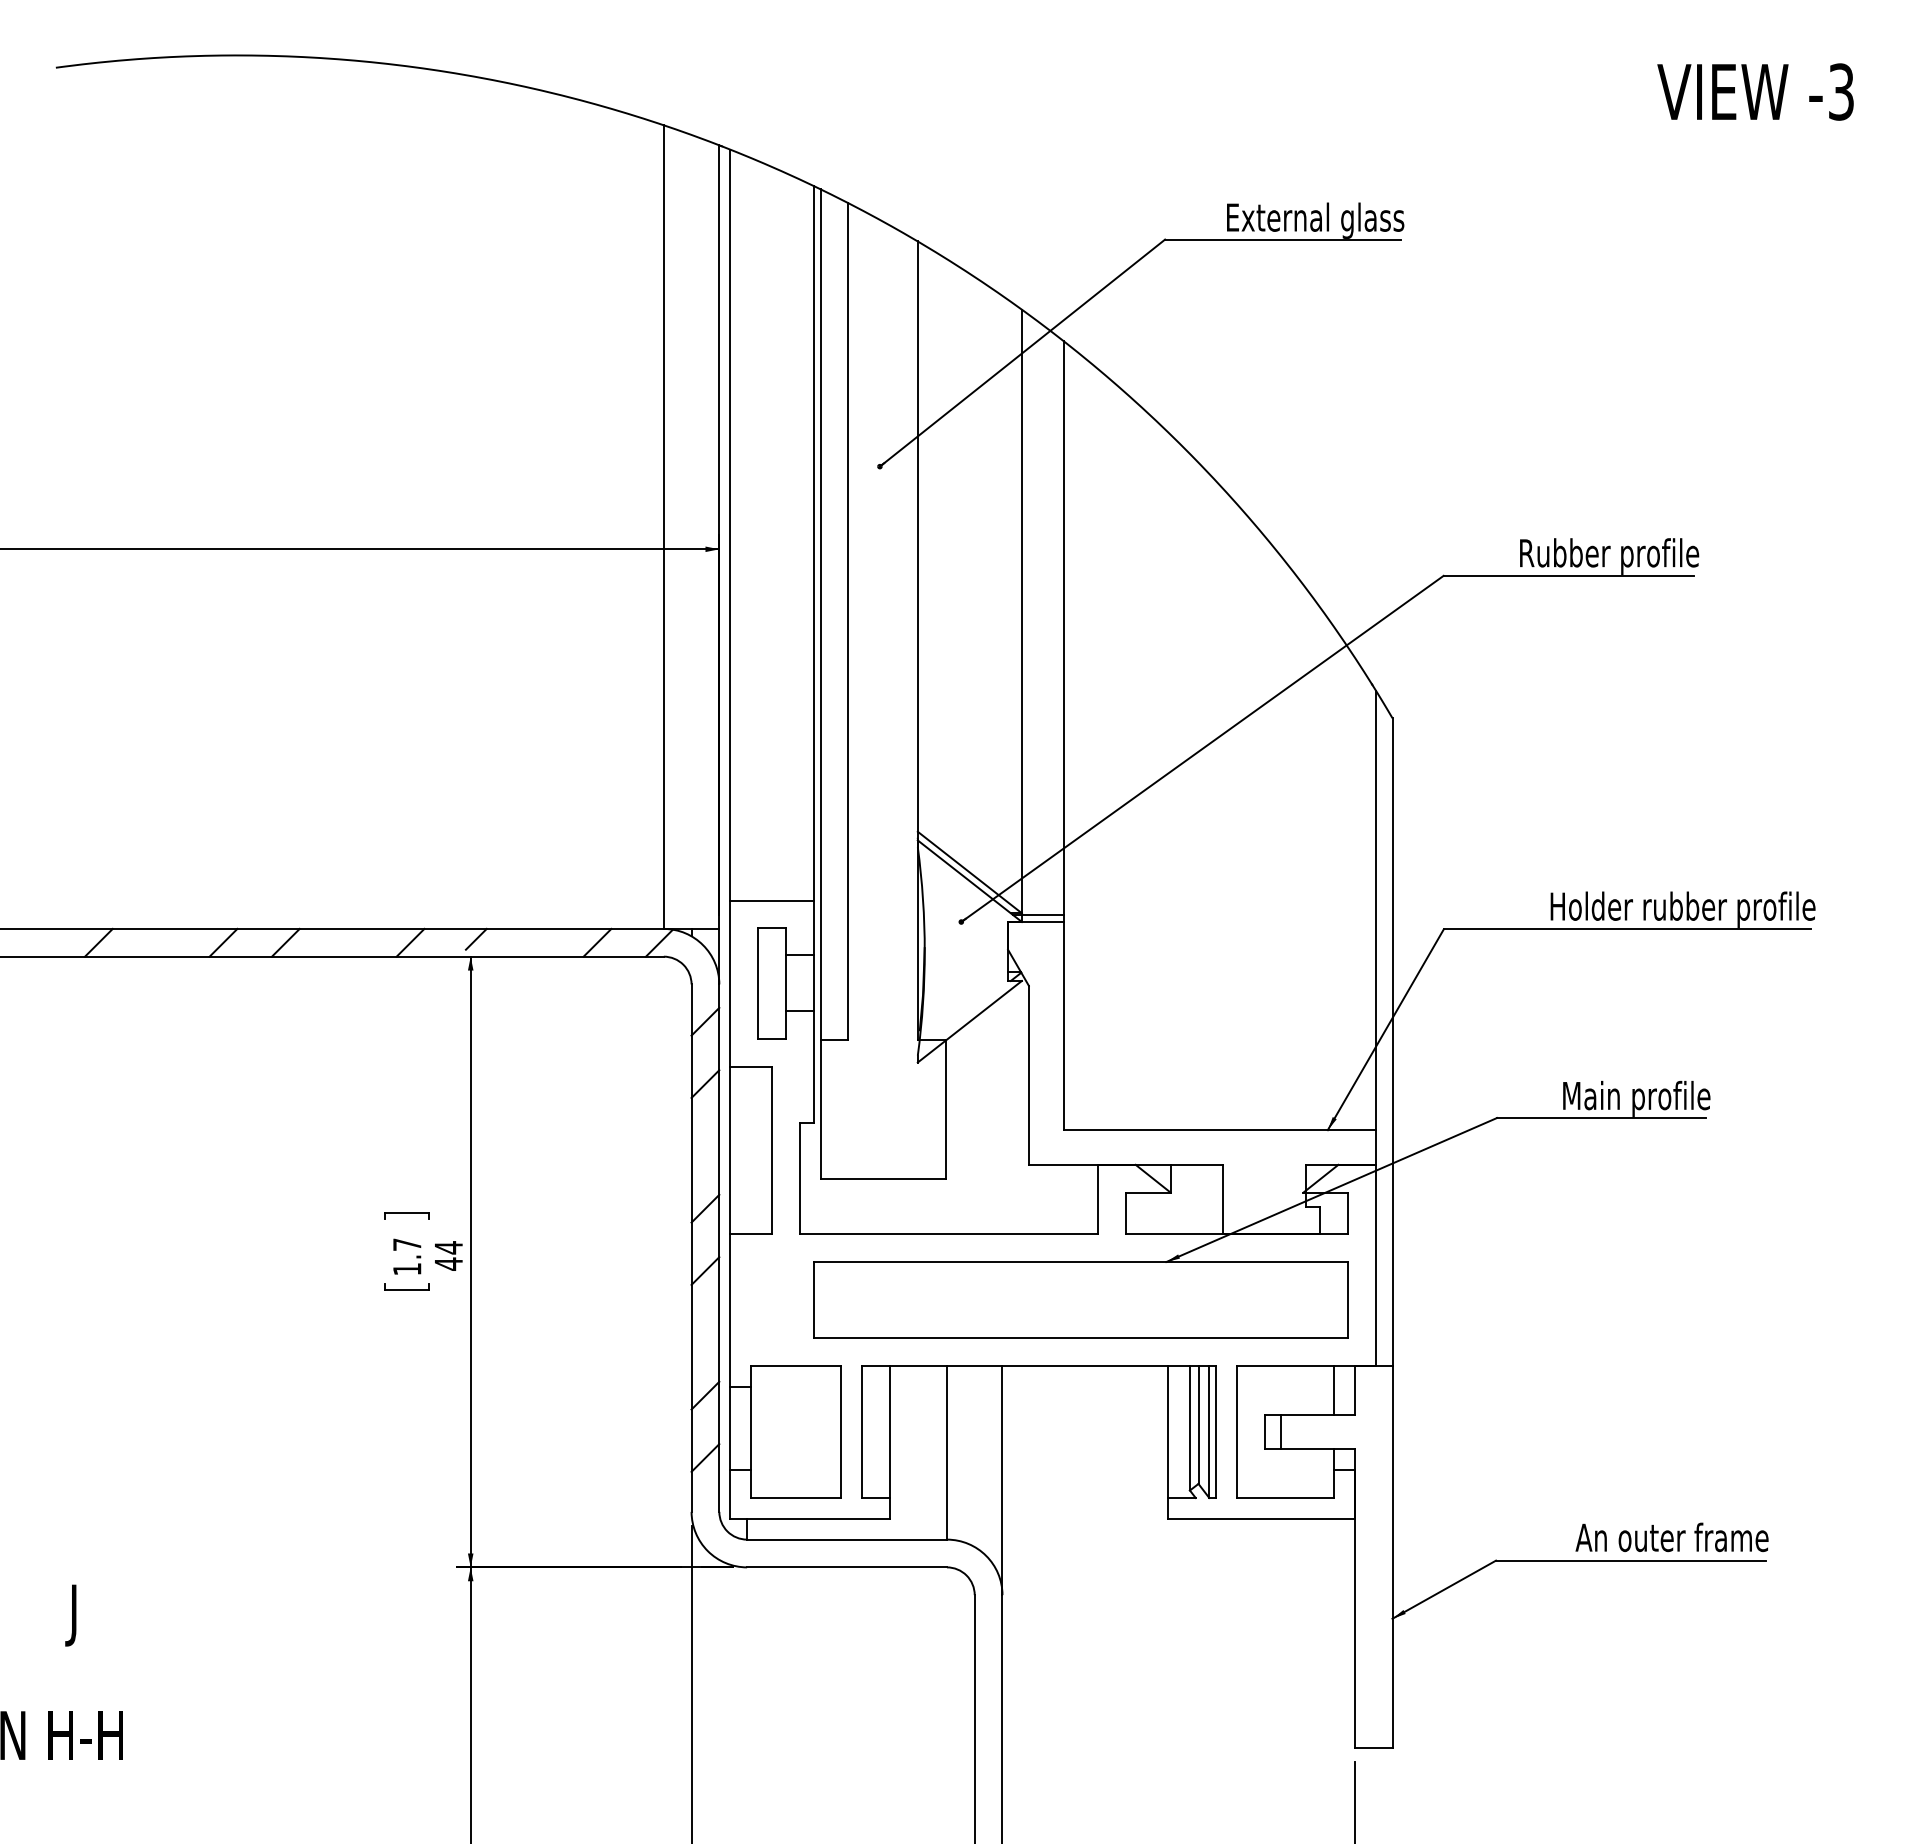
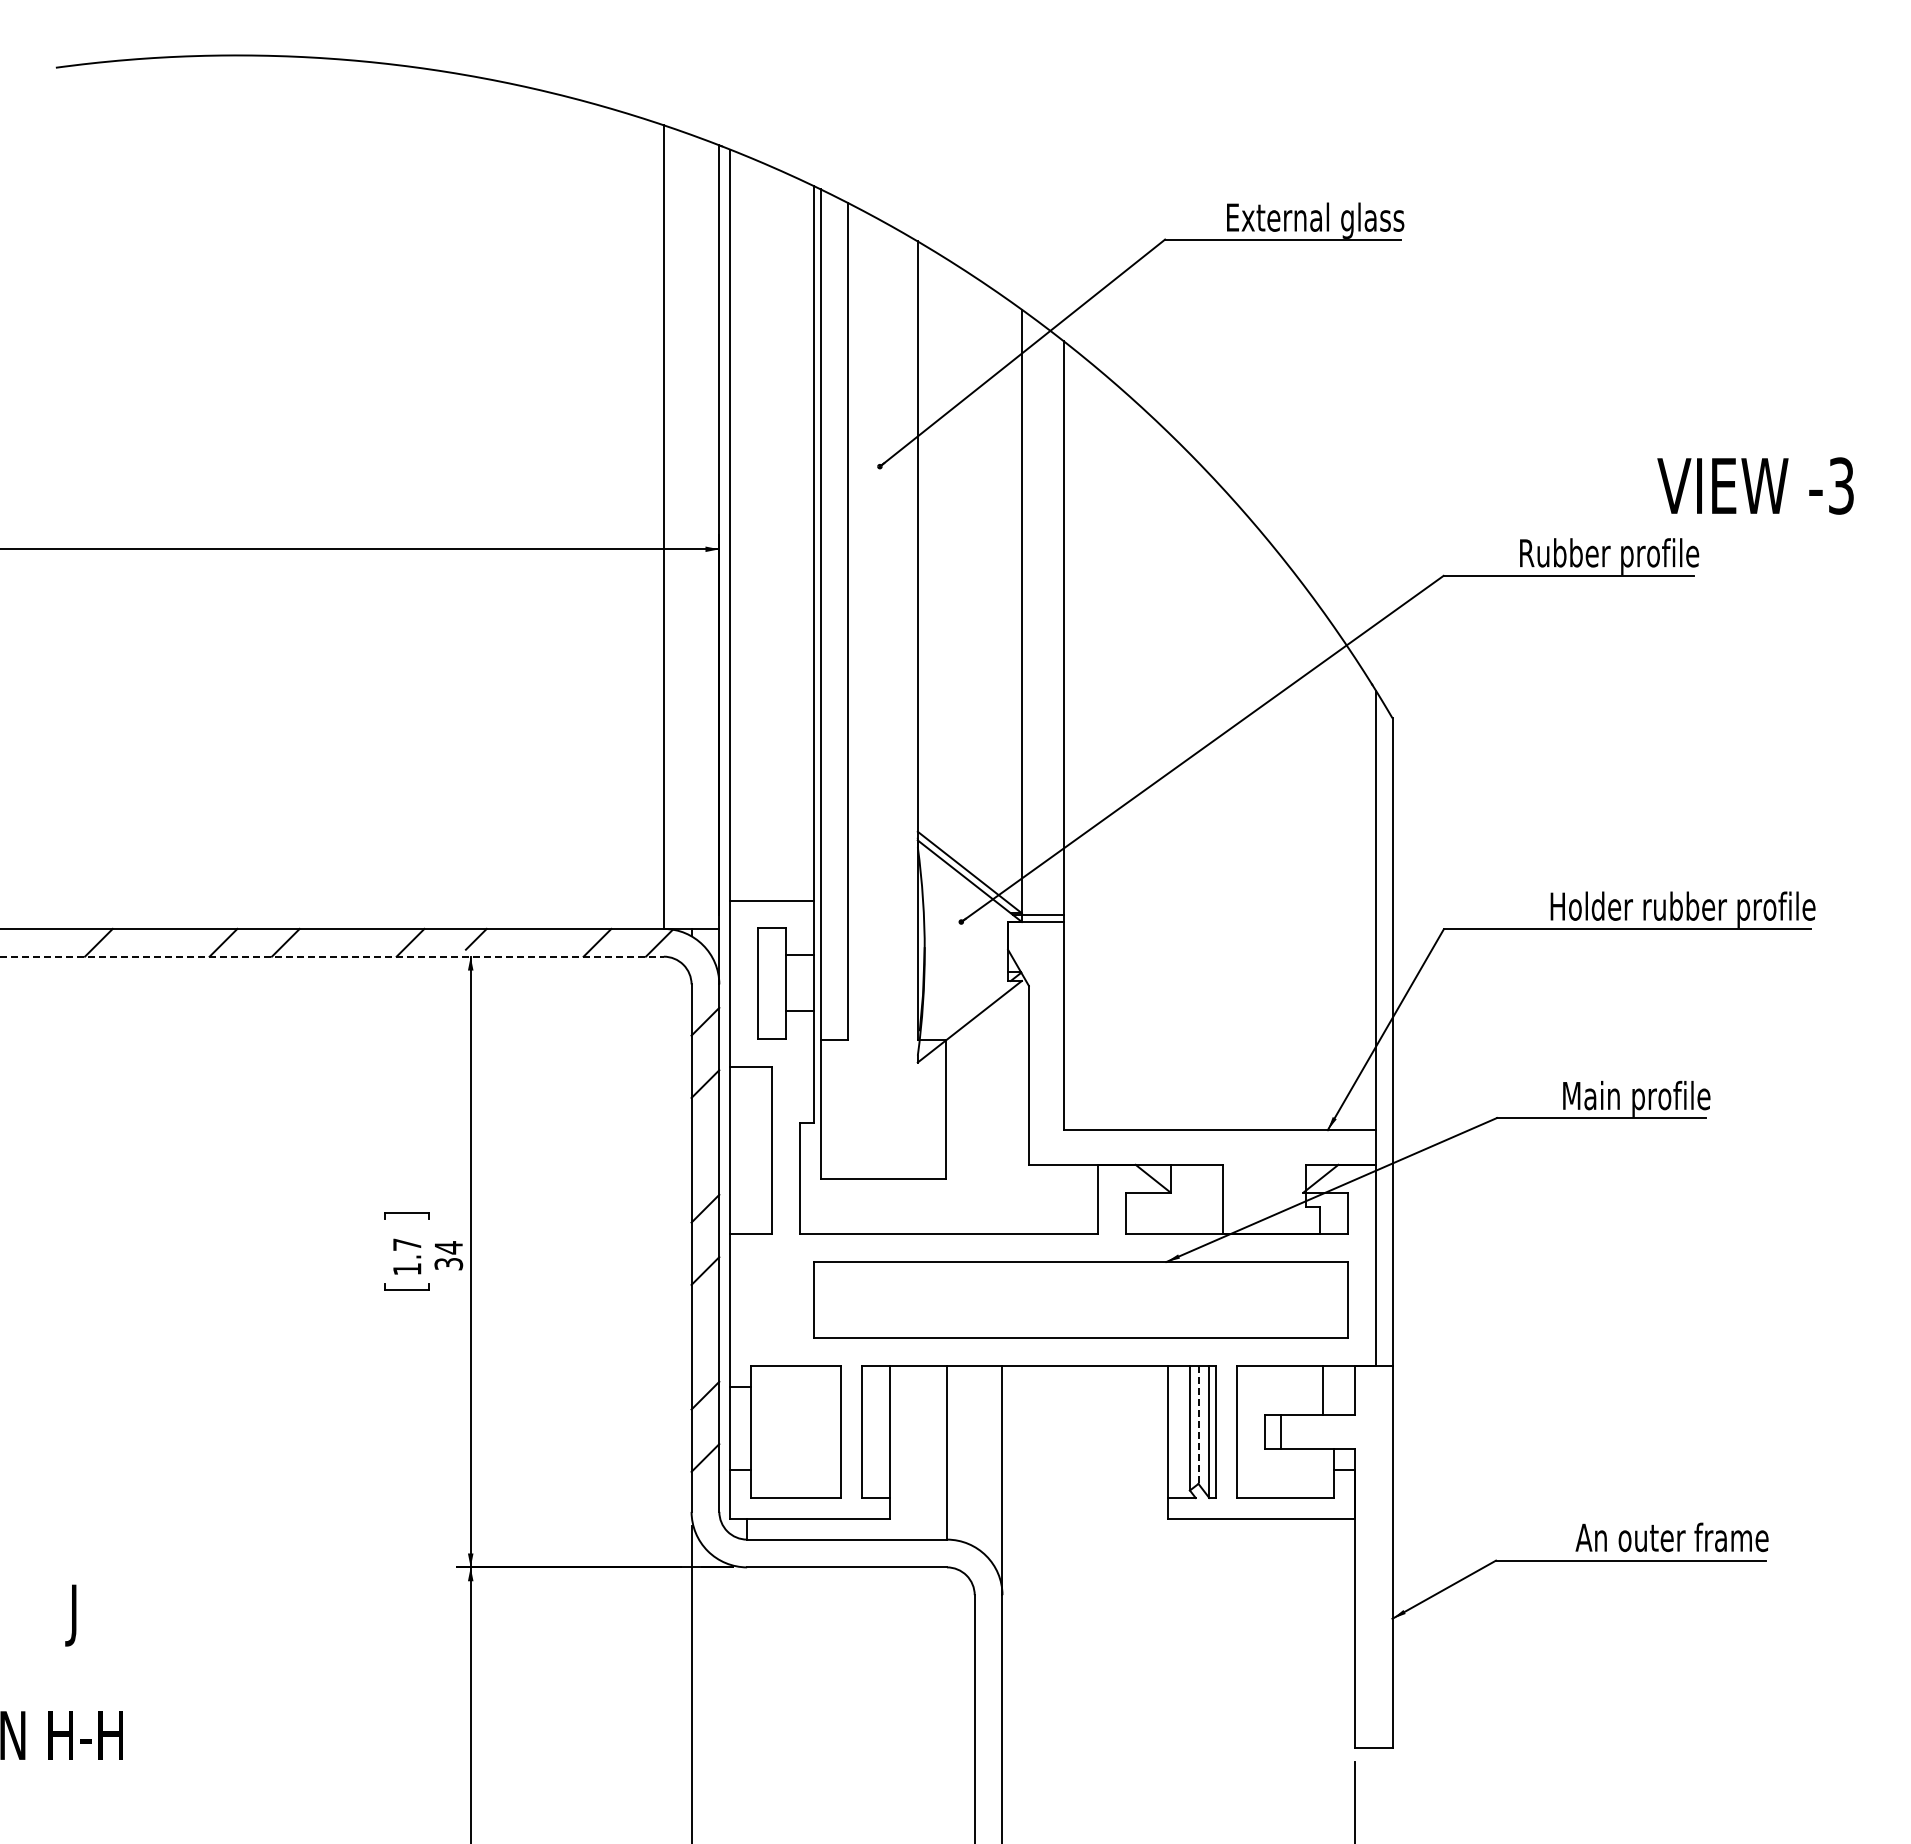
text at (1755, 91) position: (1755, 91) -> (1755, 485)
line at (332, 956): solid -> dashed
text at (448, 1263): 44 -> 34
line at (1334, 1390) position: (1334, 1390) -> (1323, 1390)
line at (1198, 1425): solid -> dashed
